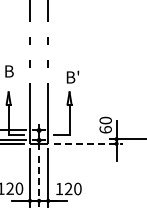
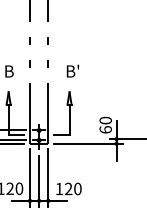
text at (72, 76) position: (72, 76) -> (72, 70)
line at (88, 143): dashed -> solid
line at (39, 181): dashed -> solid
